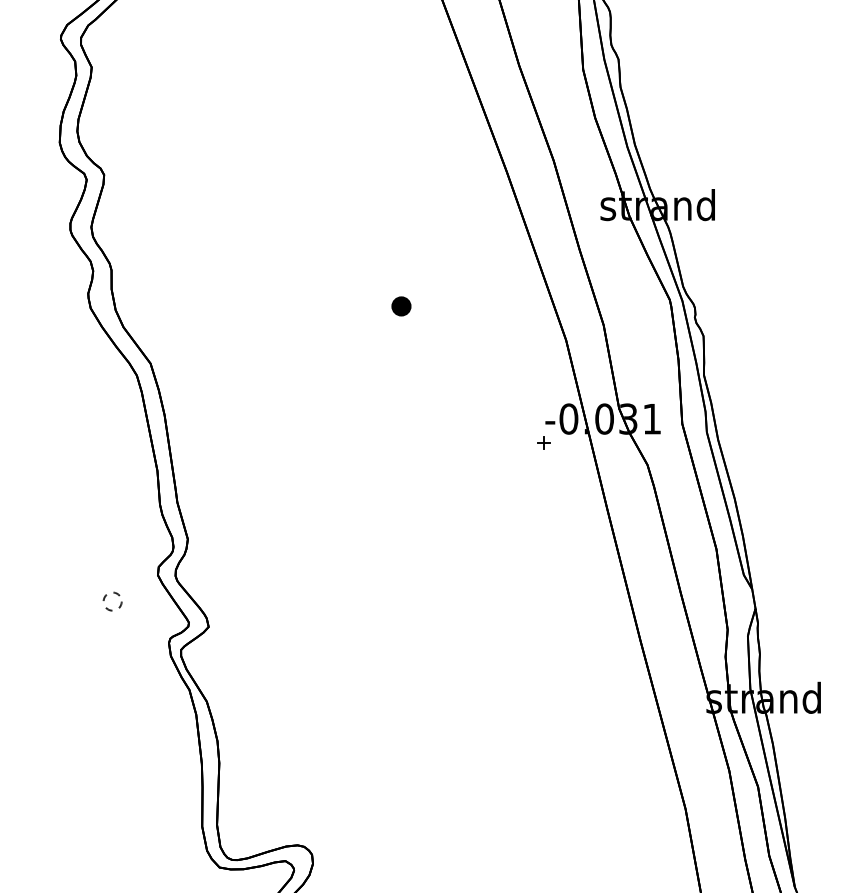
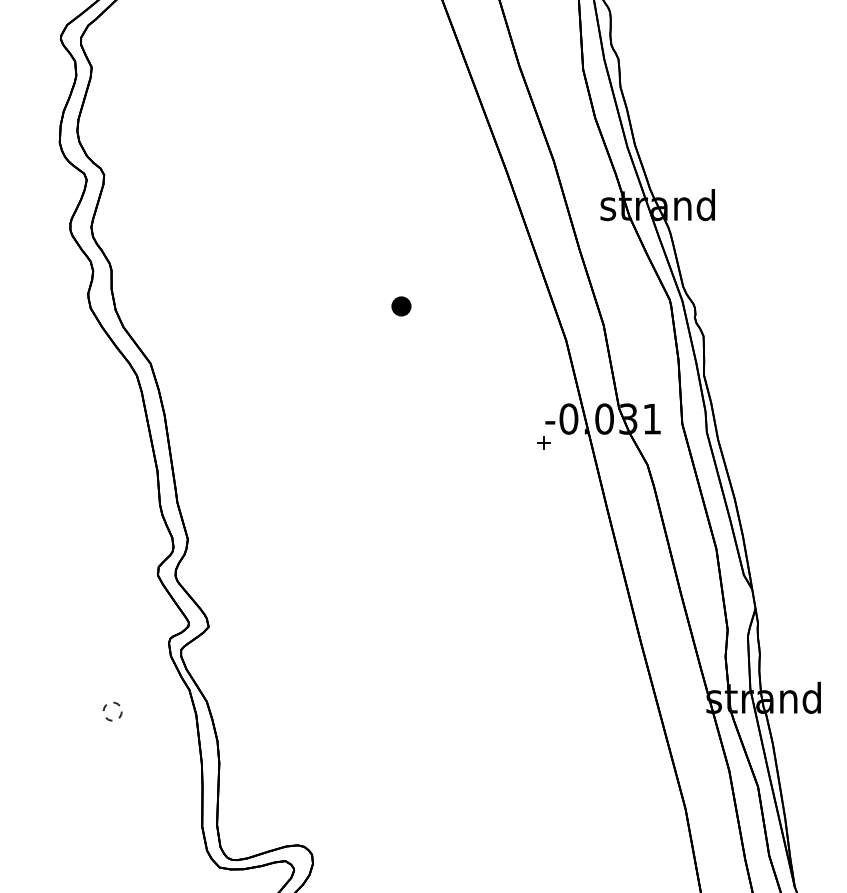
part at (105, 598) position: (105, 598) -> (105, 708)
